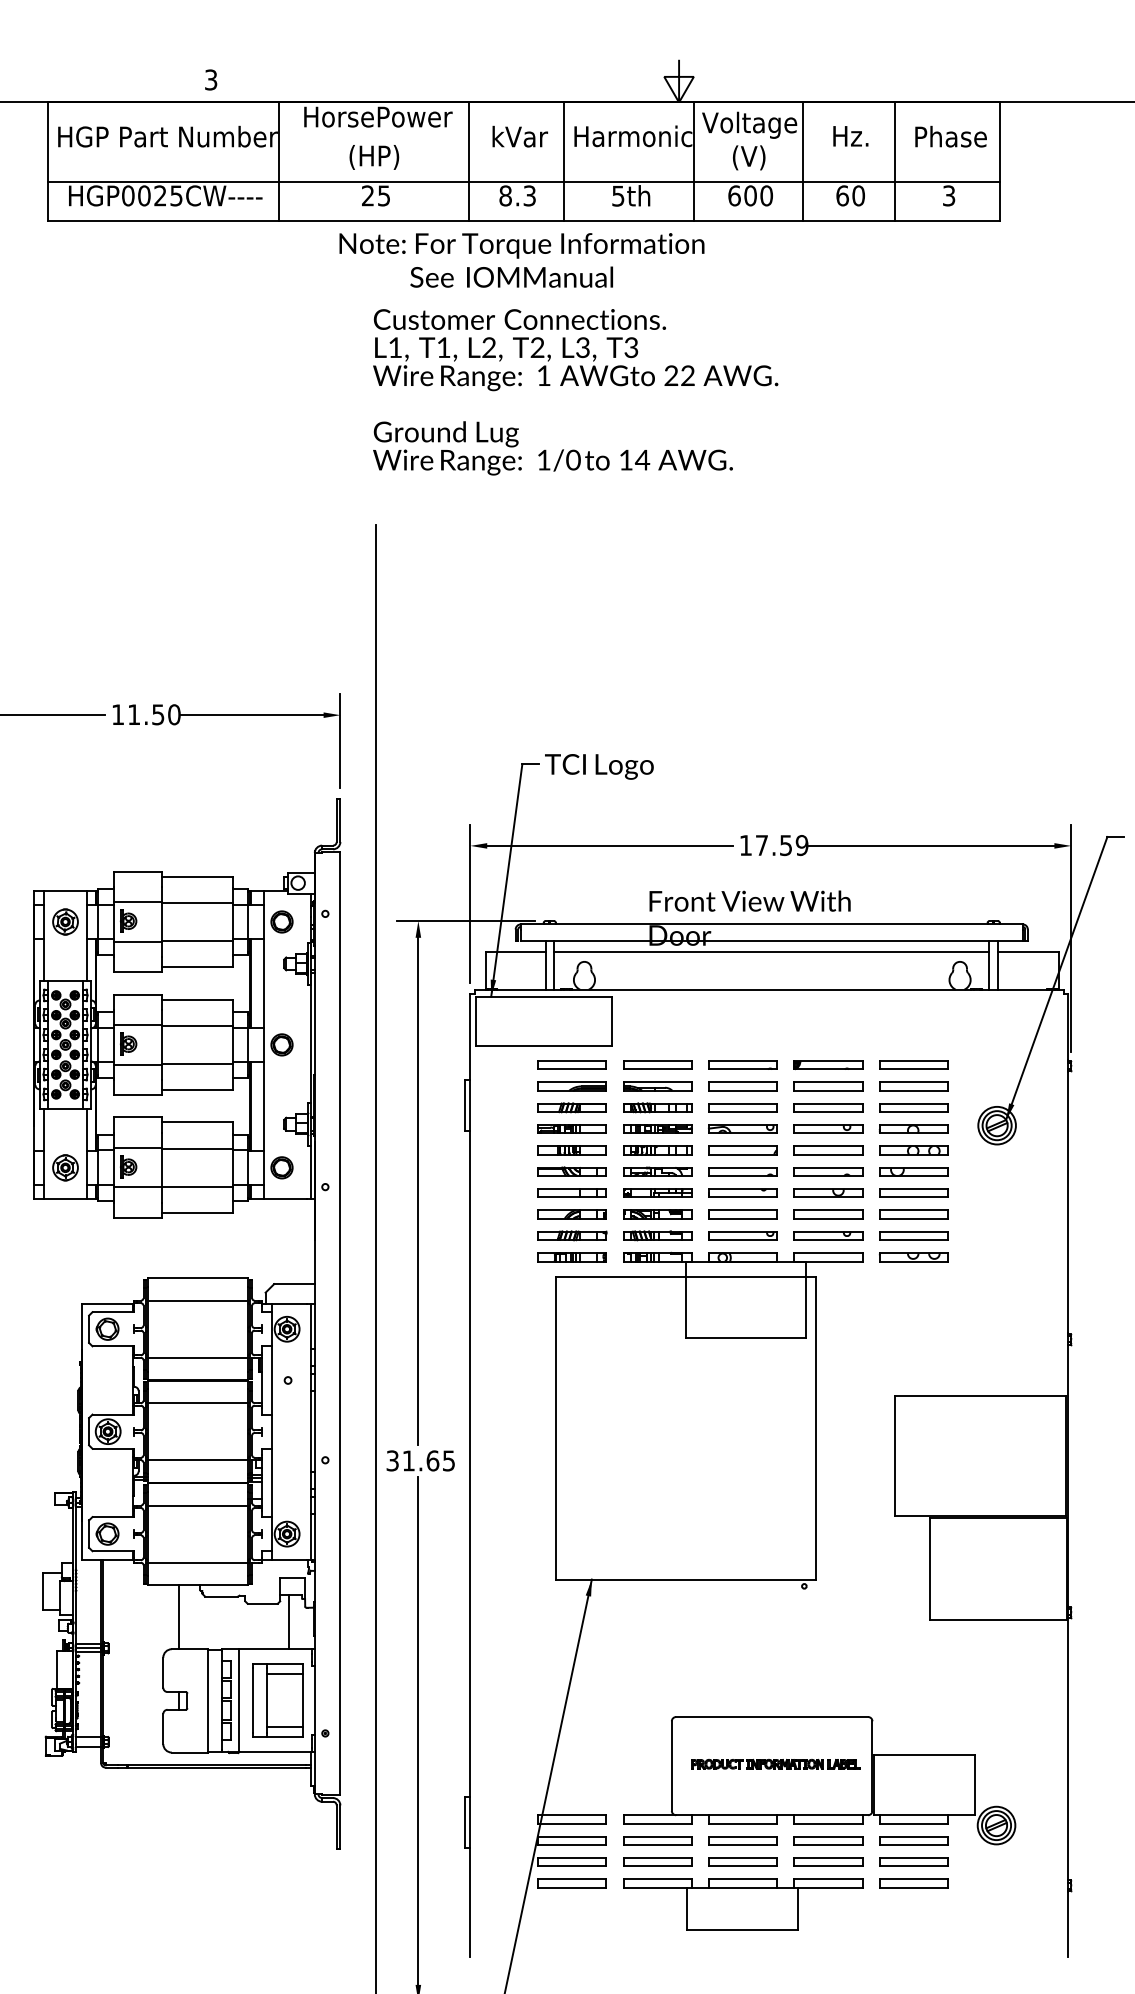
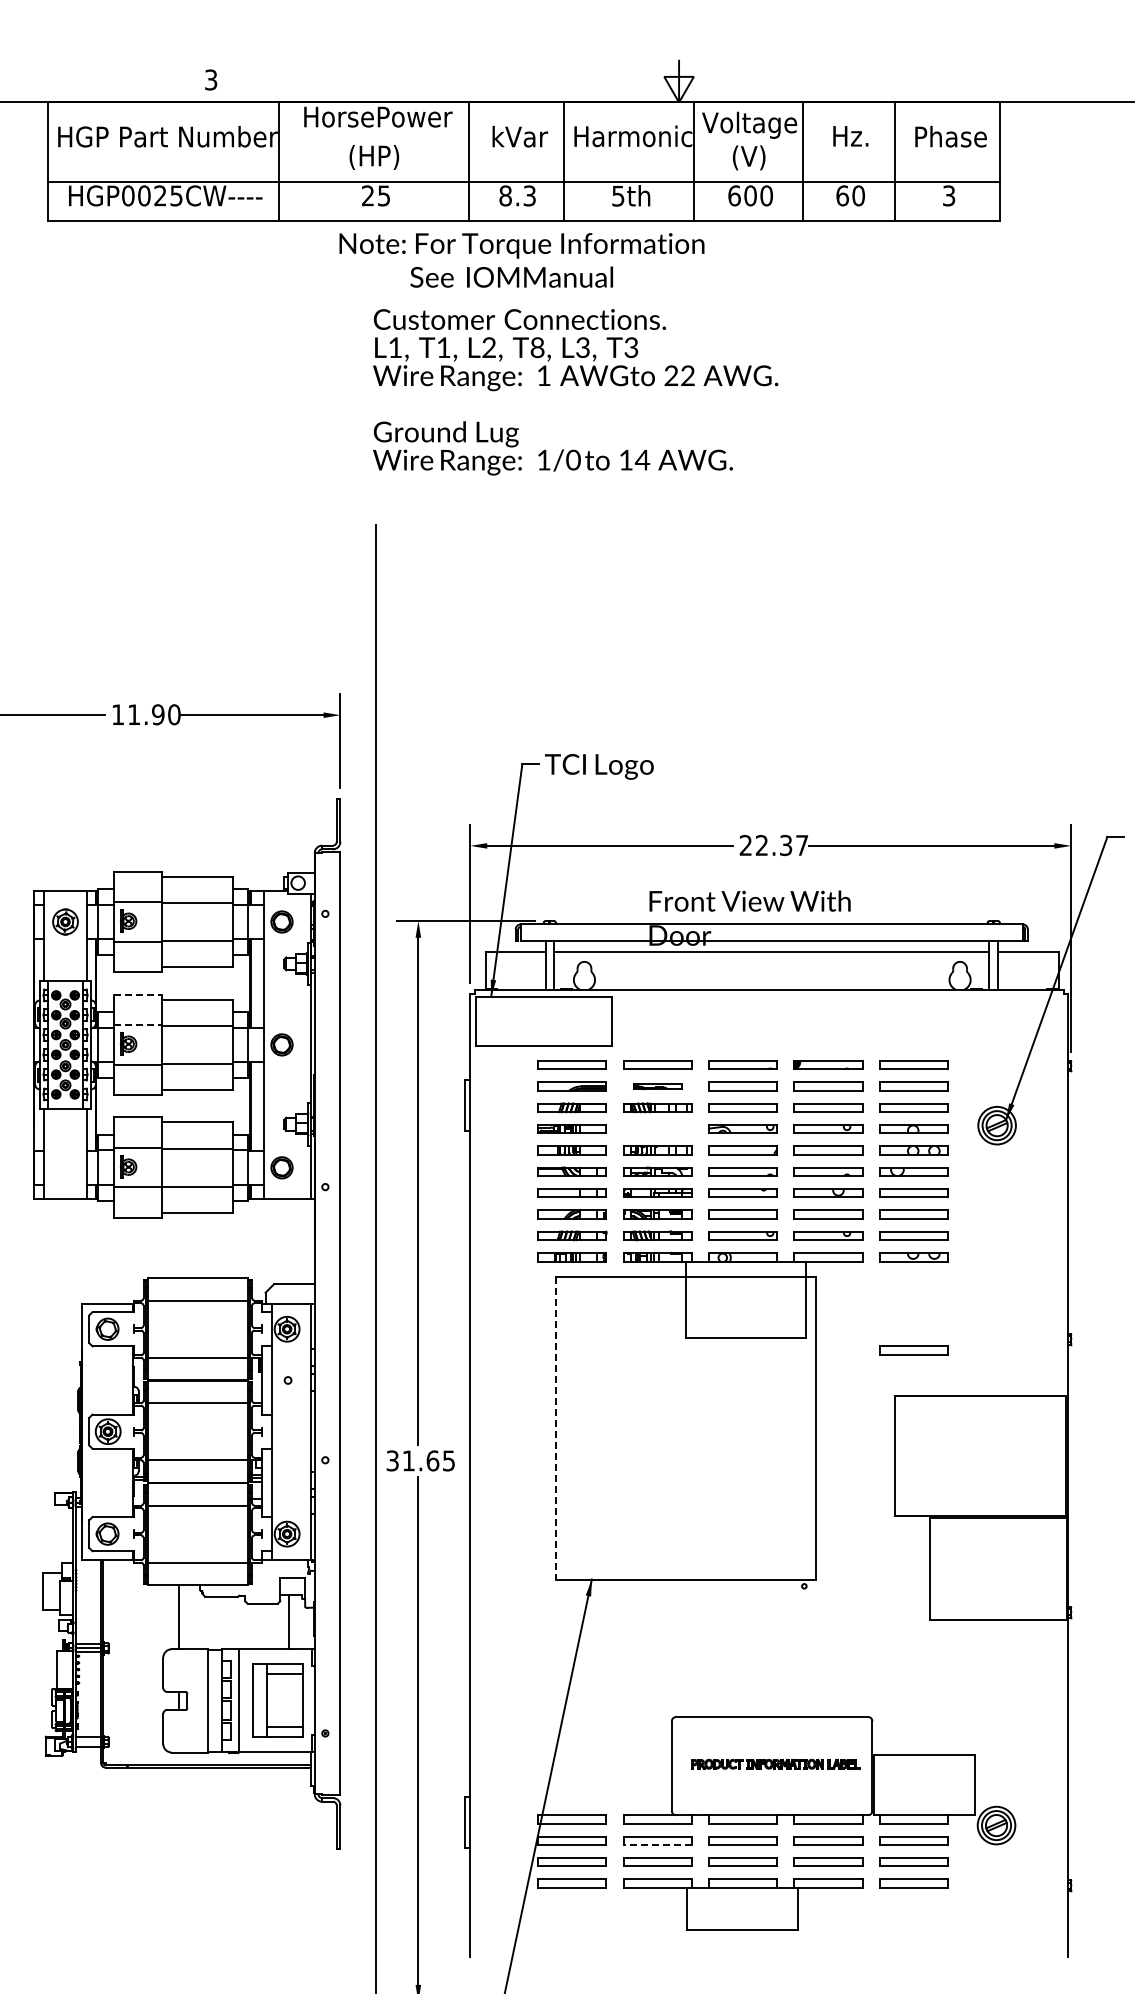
text at (537, 348): T2, -> T8,
text at (158, 714): 11.50 -> 11.90
text at (773, 845): 17.59 -> 22.37
line at (137, 994): solid -> dashed
line at (137, 1024): solid -> dashed
part at (657, 1086) size: 70x11 px -> 50x8 px
part at (657, 1128): present -> none
part at (65, 1167): present -> none
part at (913, 1350): none -> present
line at (555, 1428): solid -> dashed
line at (657, 1845): solid -> dashed
